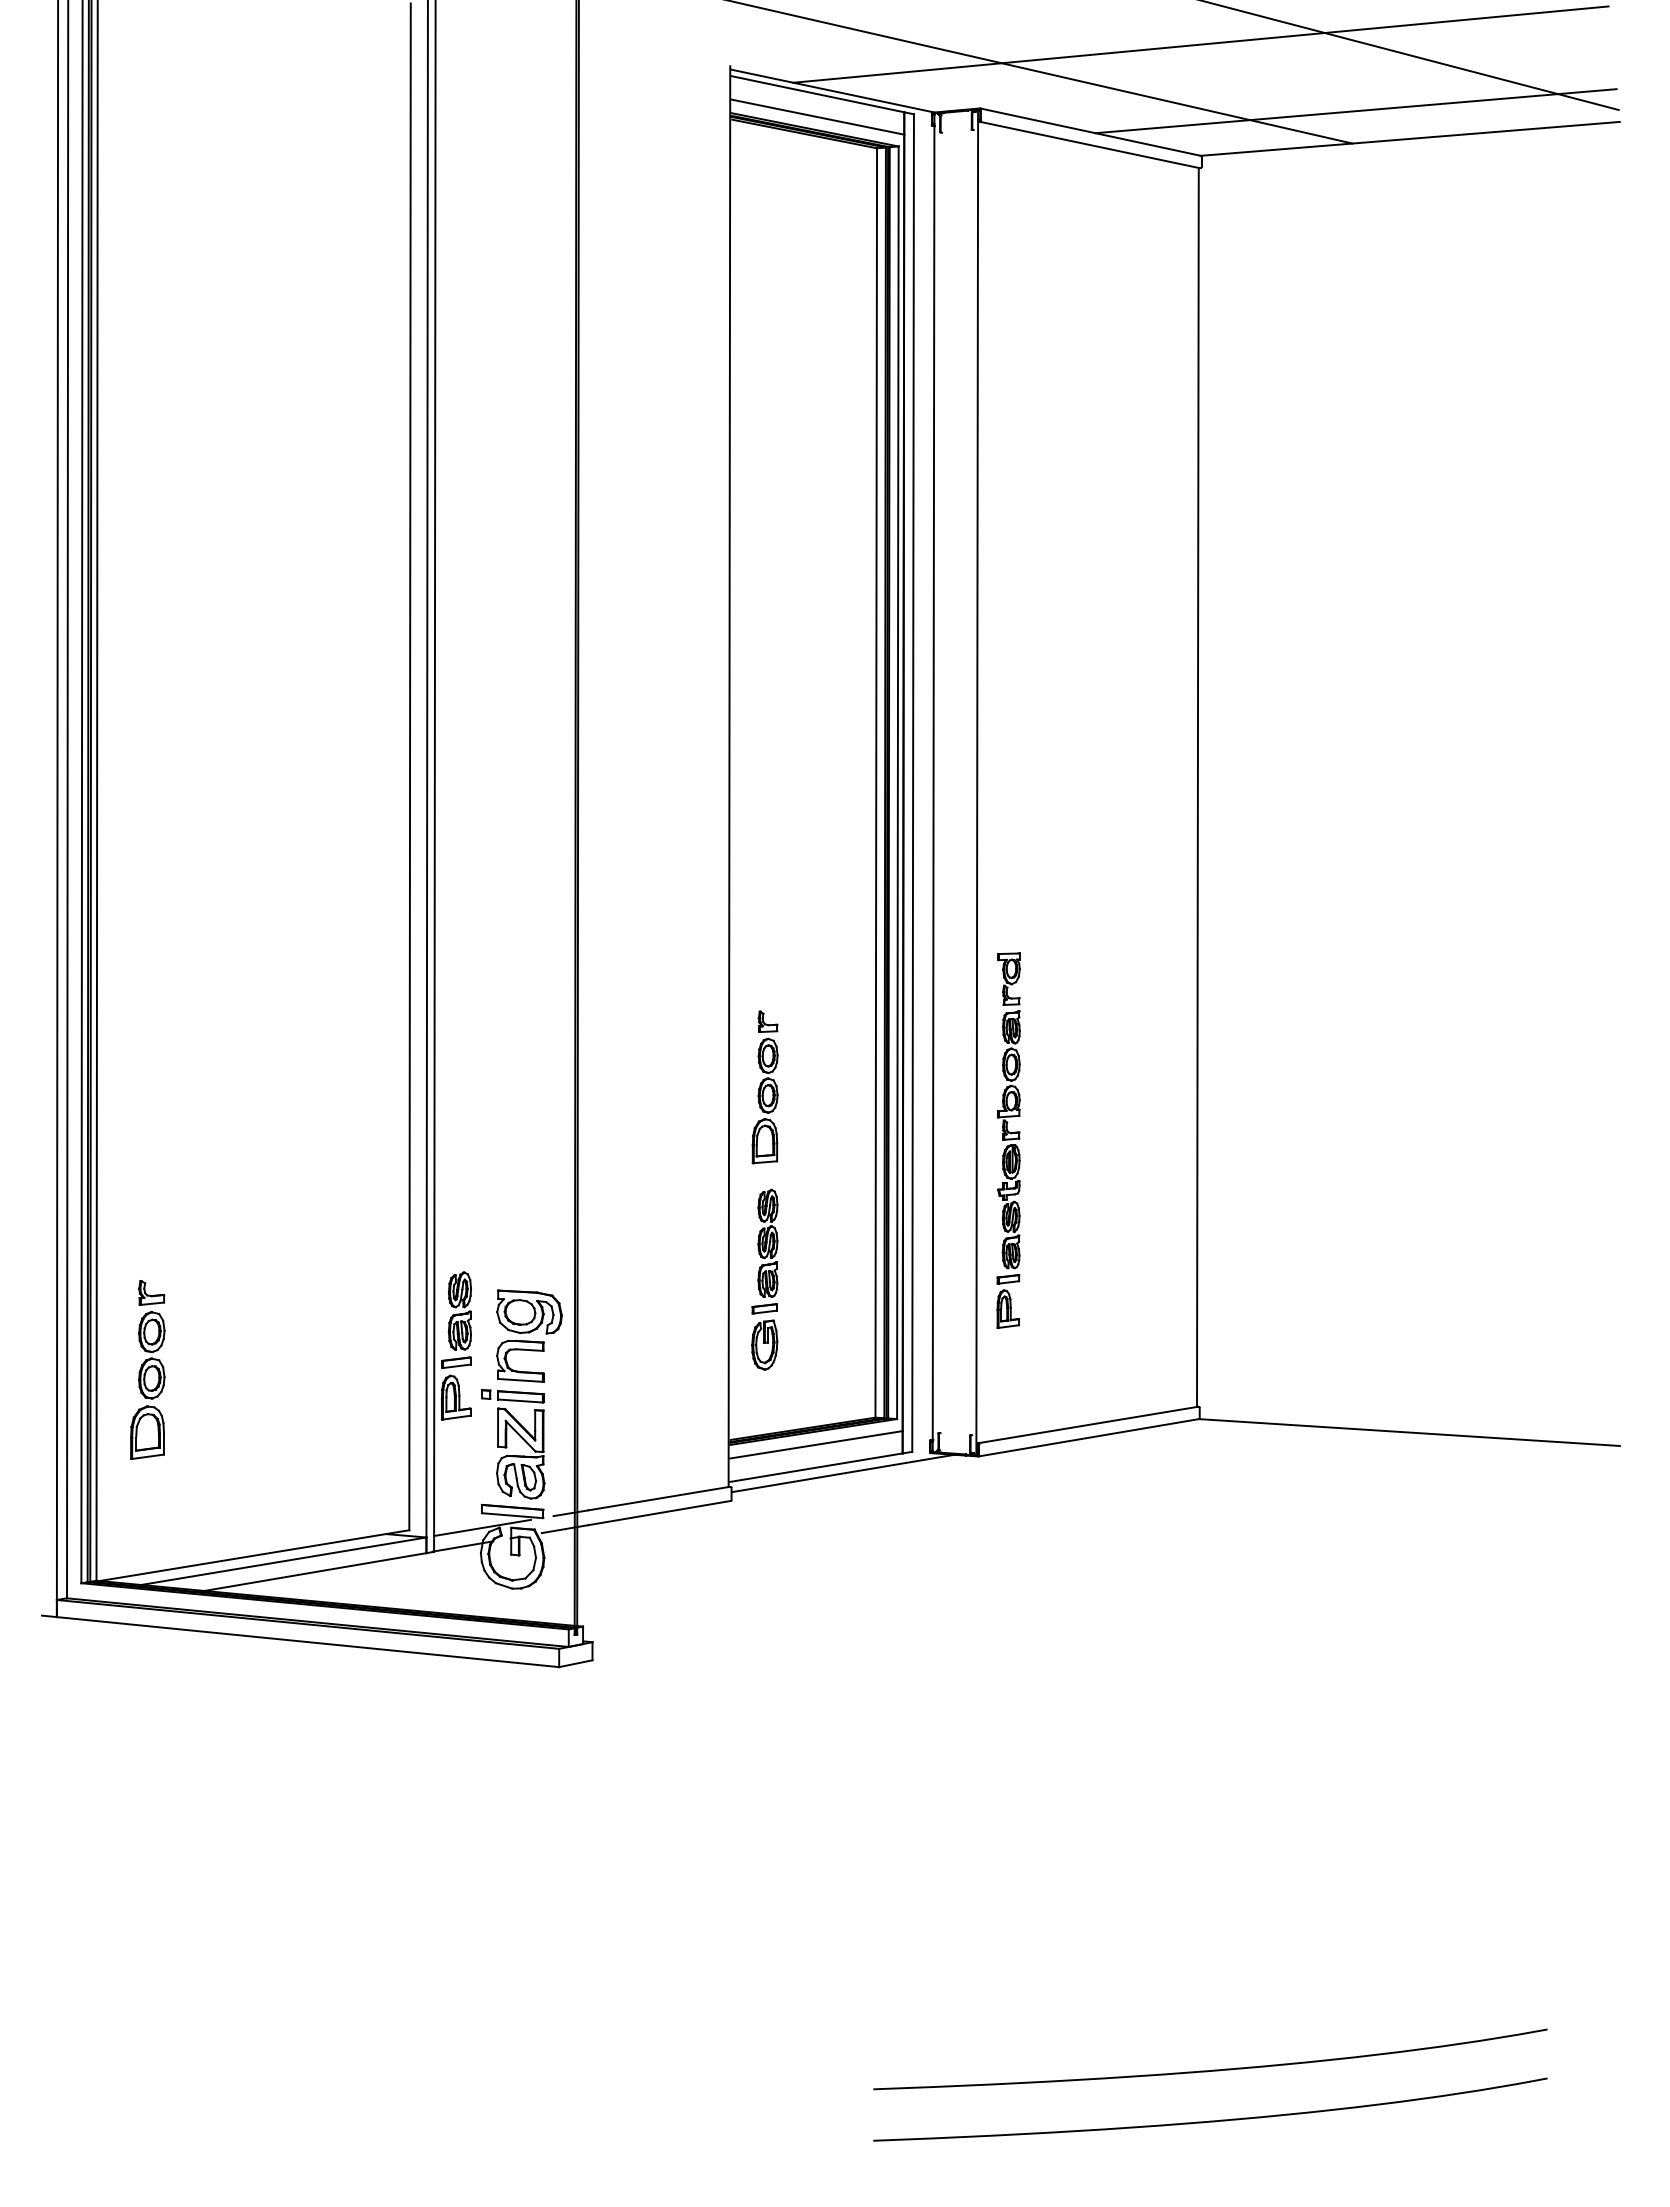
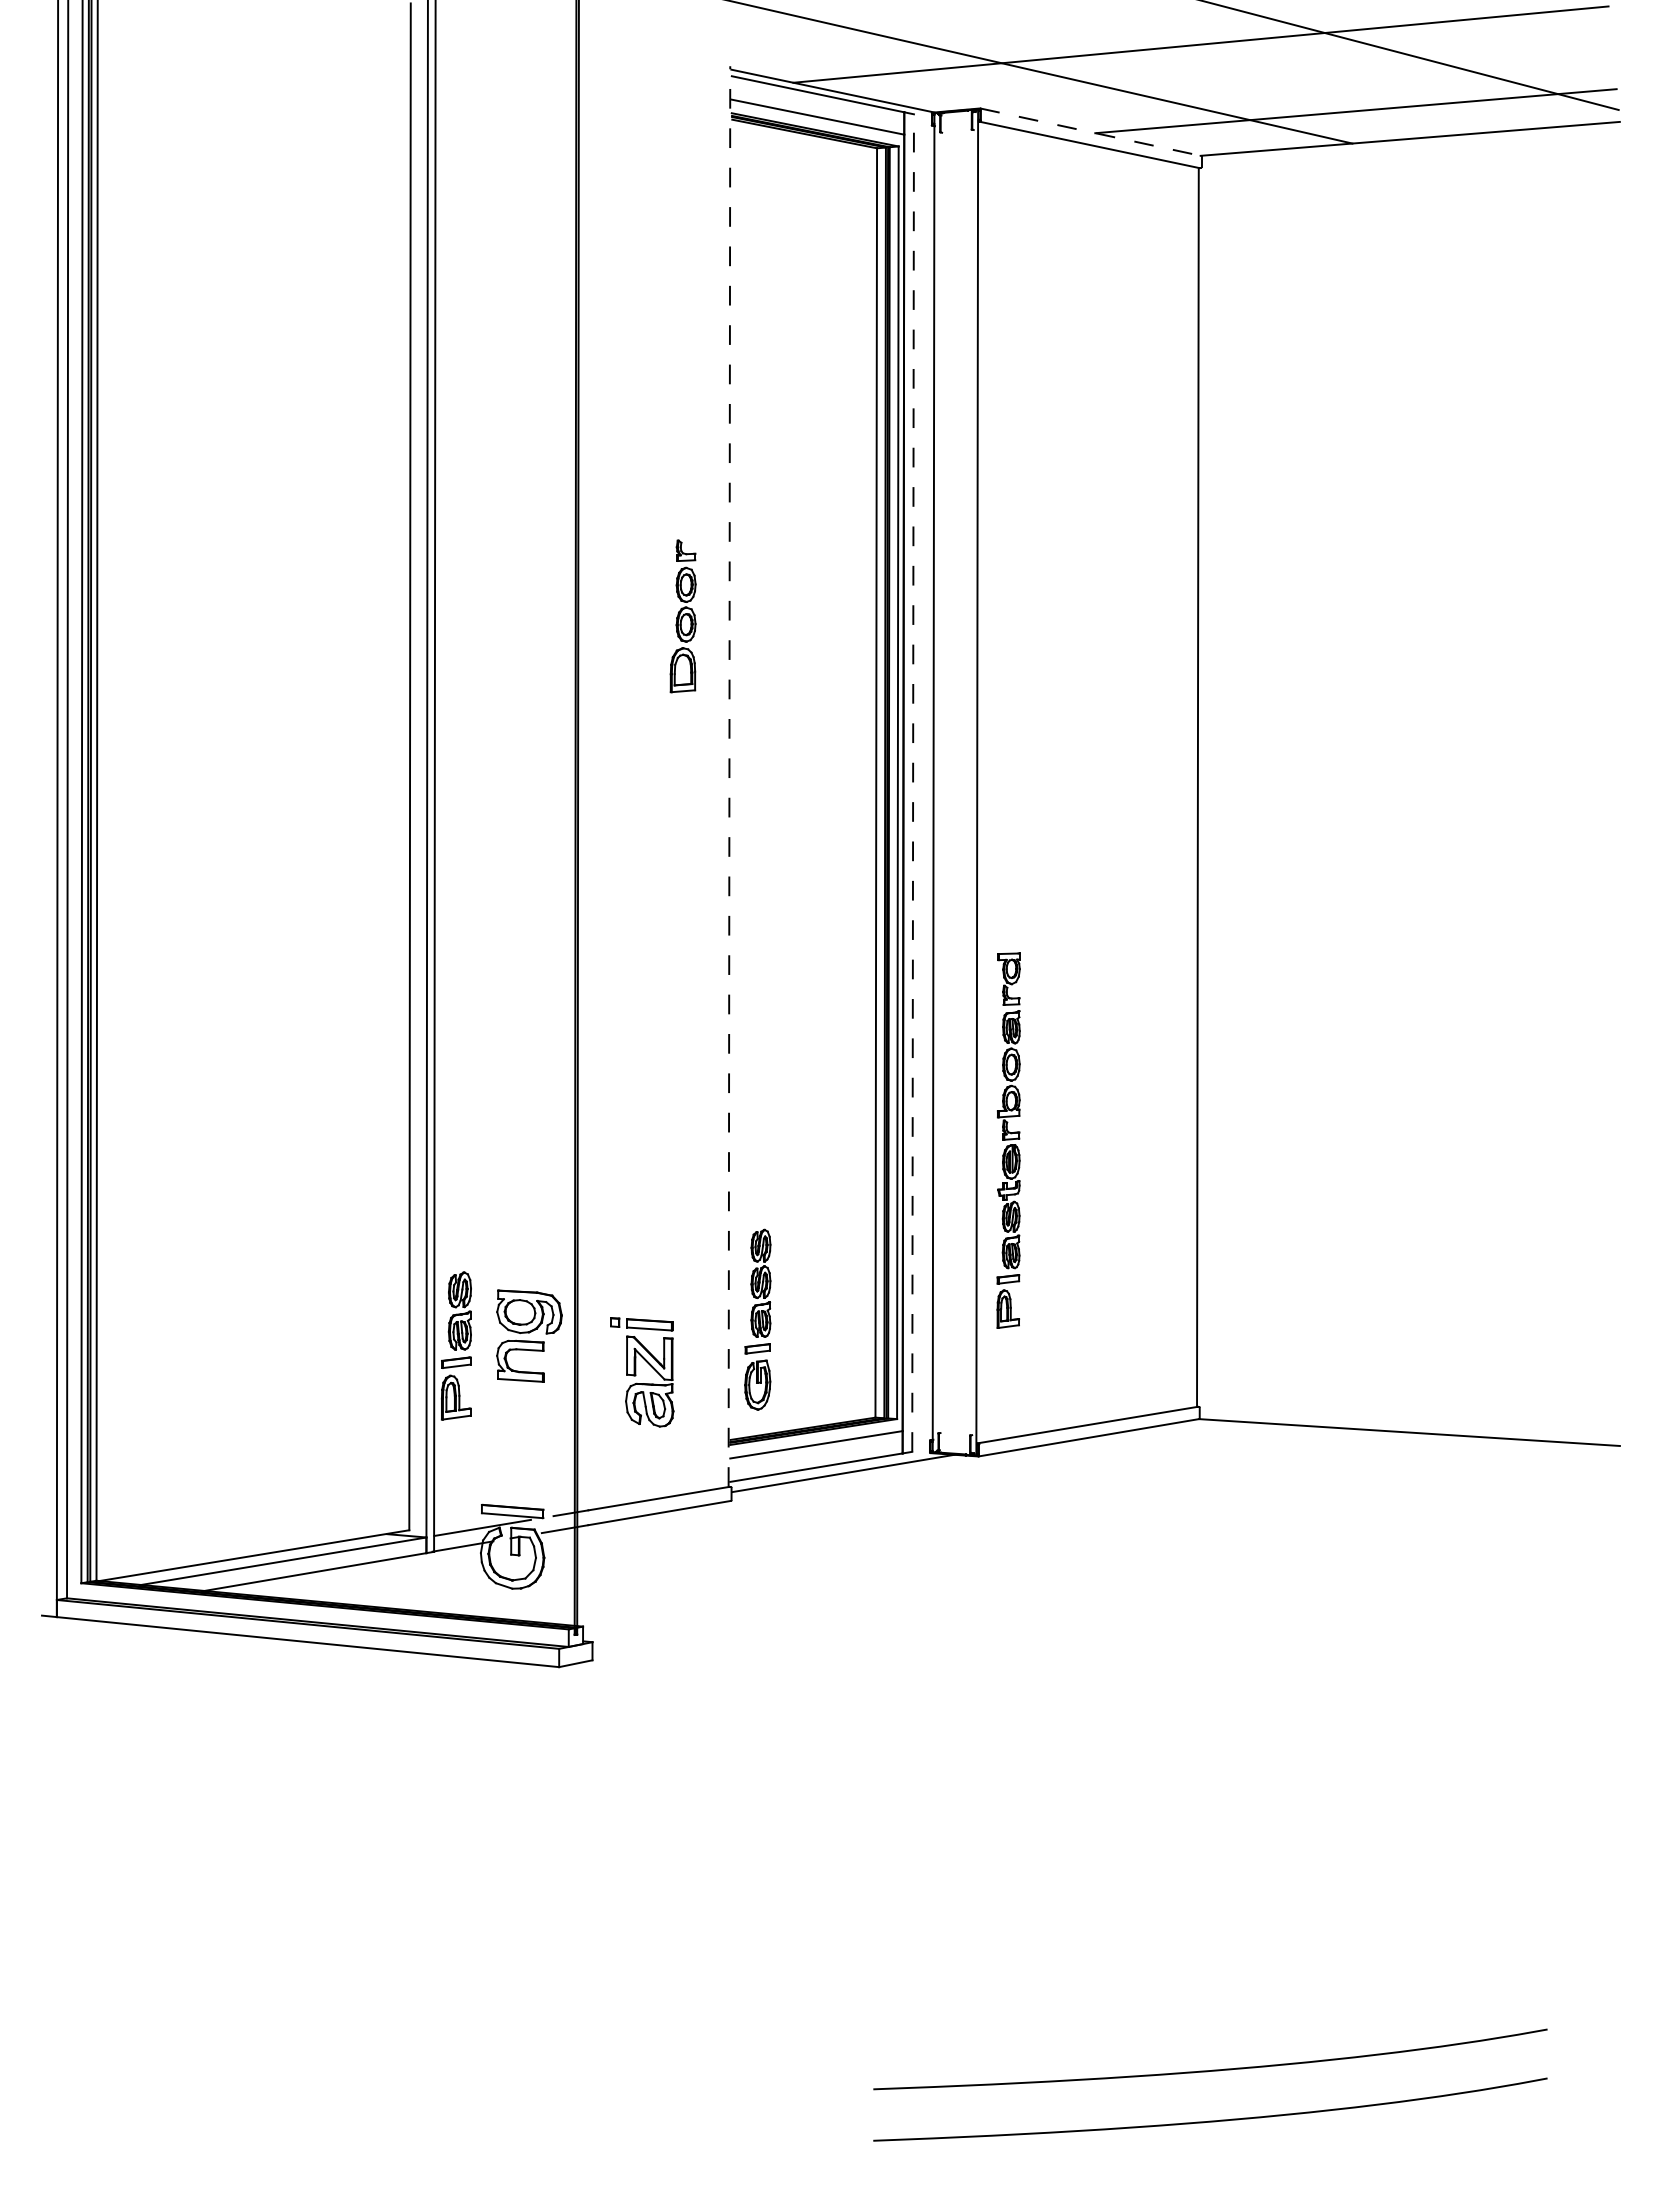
line at (1090, 132): solid -> dashed
line at (729, 776): solid -> dashed
line at (913, 783): solid -> dashed
part at (764, 1087) position: (764, 1087) -> (682, 616)
part at (764, 1279) position: (764, 1279) -> (757, 1319)
part at (147, 1369): present -> none
part at (513, 1444) position: (513, 1444) -> (642, 1372)
